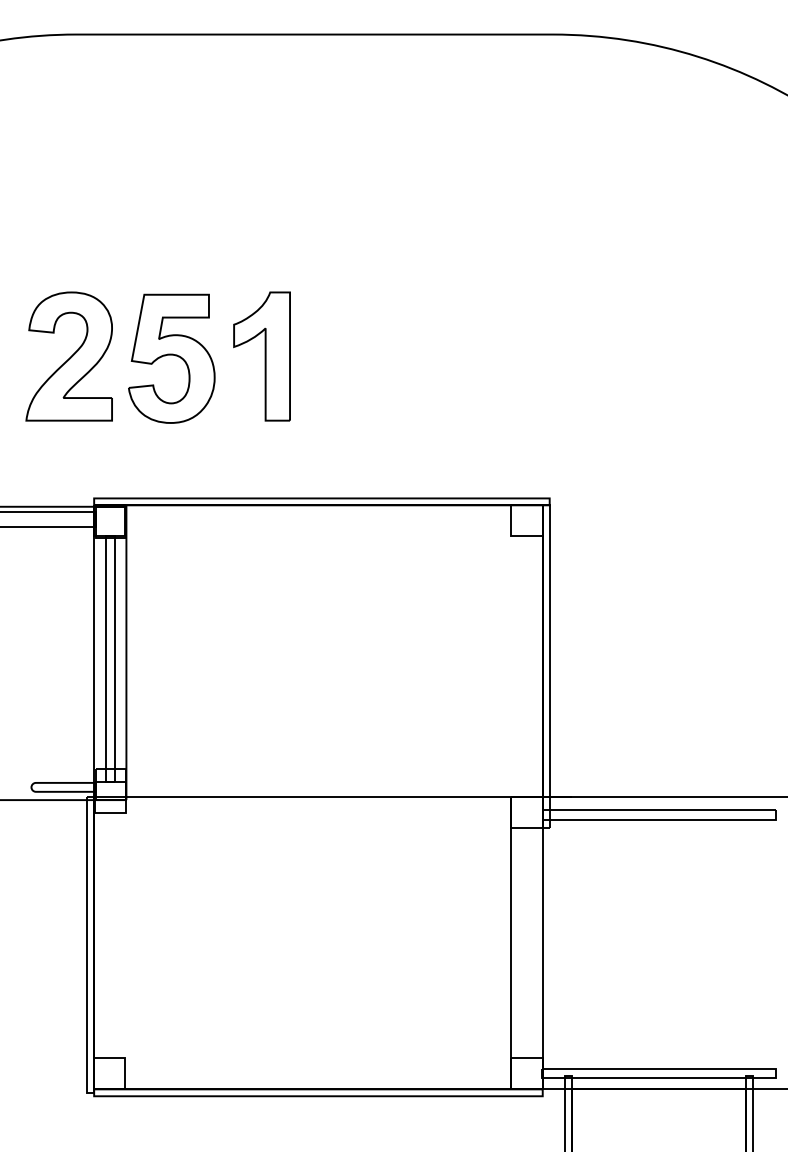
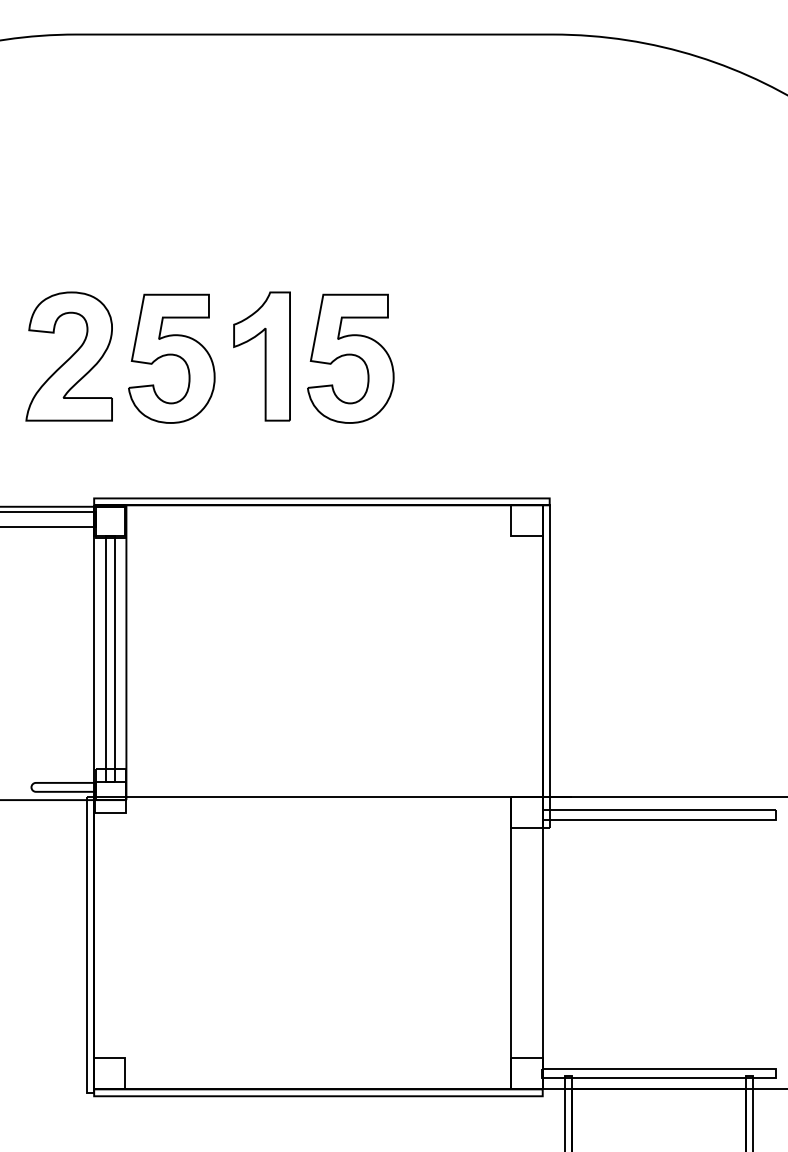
part at (350, 358): none -> present
